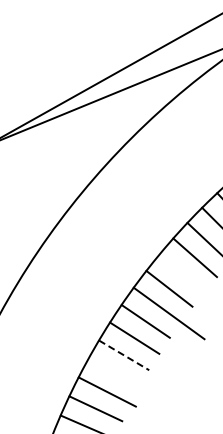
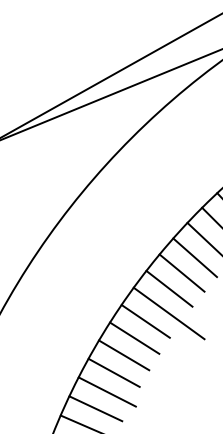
line at (181, 272): none -> present
line at (124, 355): dashed -> solid
line at (113, 372): none -> present
